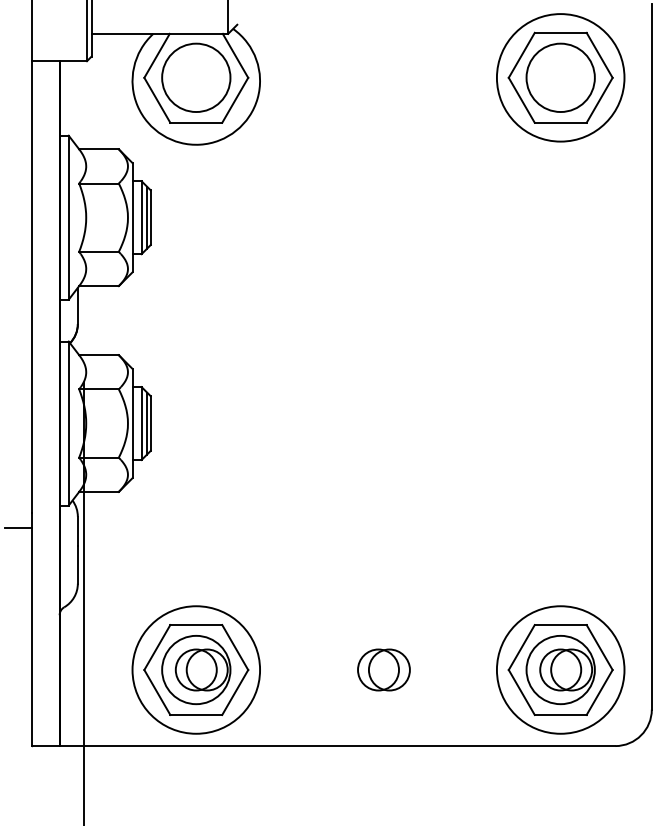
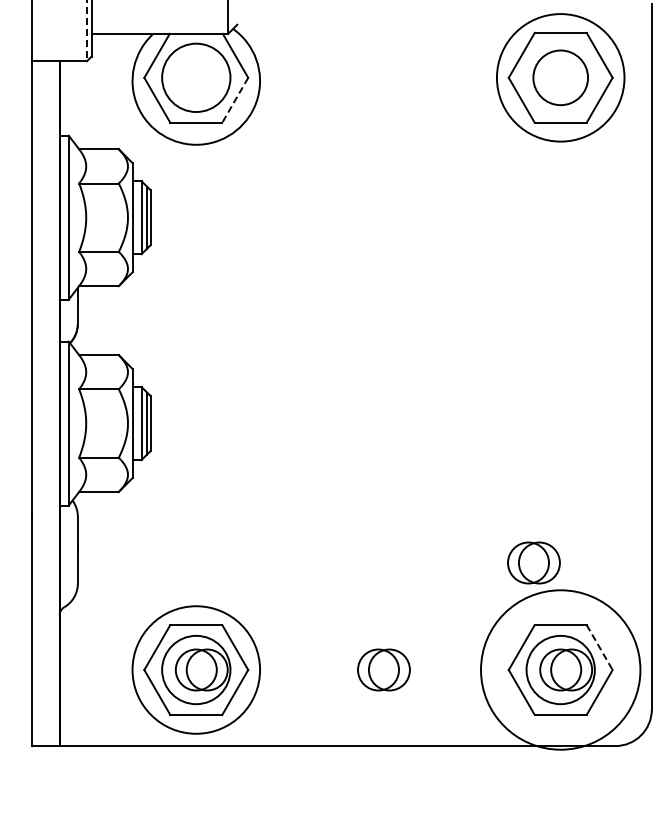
line at (86, 31): solid -> dashed
circle at (560, 77) diameter: 68 px -> 55 px
line at (235, 100): solid -> dashed
line at (18, 527): present -> none
part at (533, 562): none -> present
line at (84, 602): present -> none
line at (599, 647): solid -> dashed
circle at (560, 669) diameter: 128 px -> 159 px
